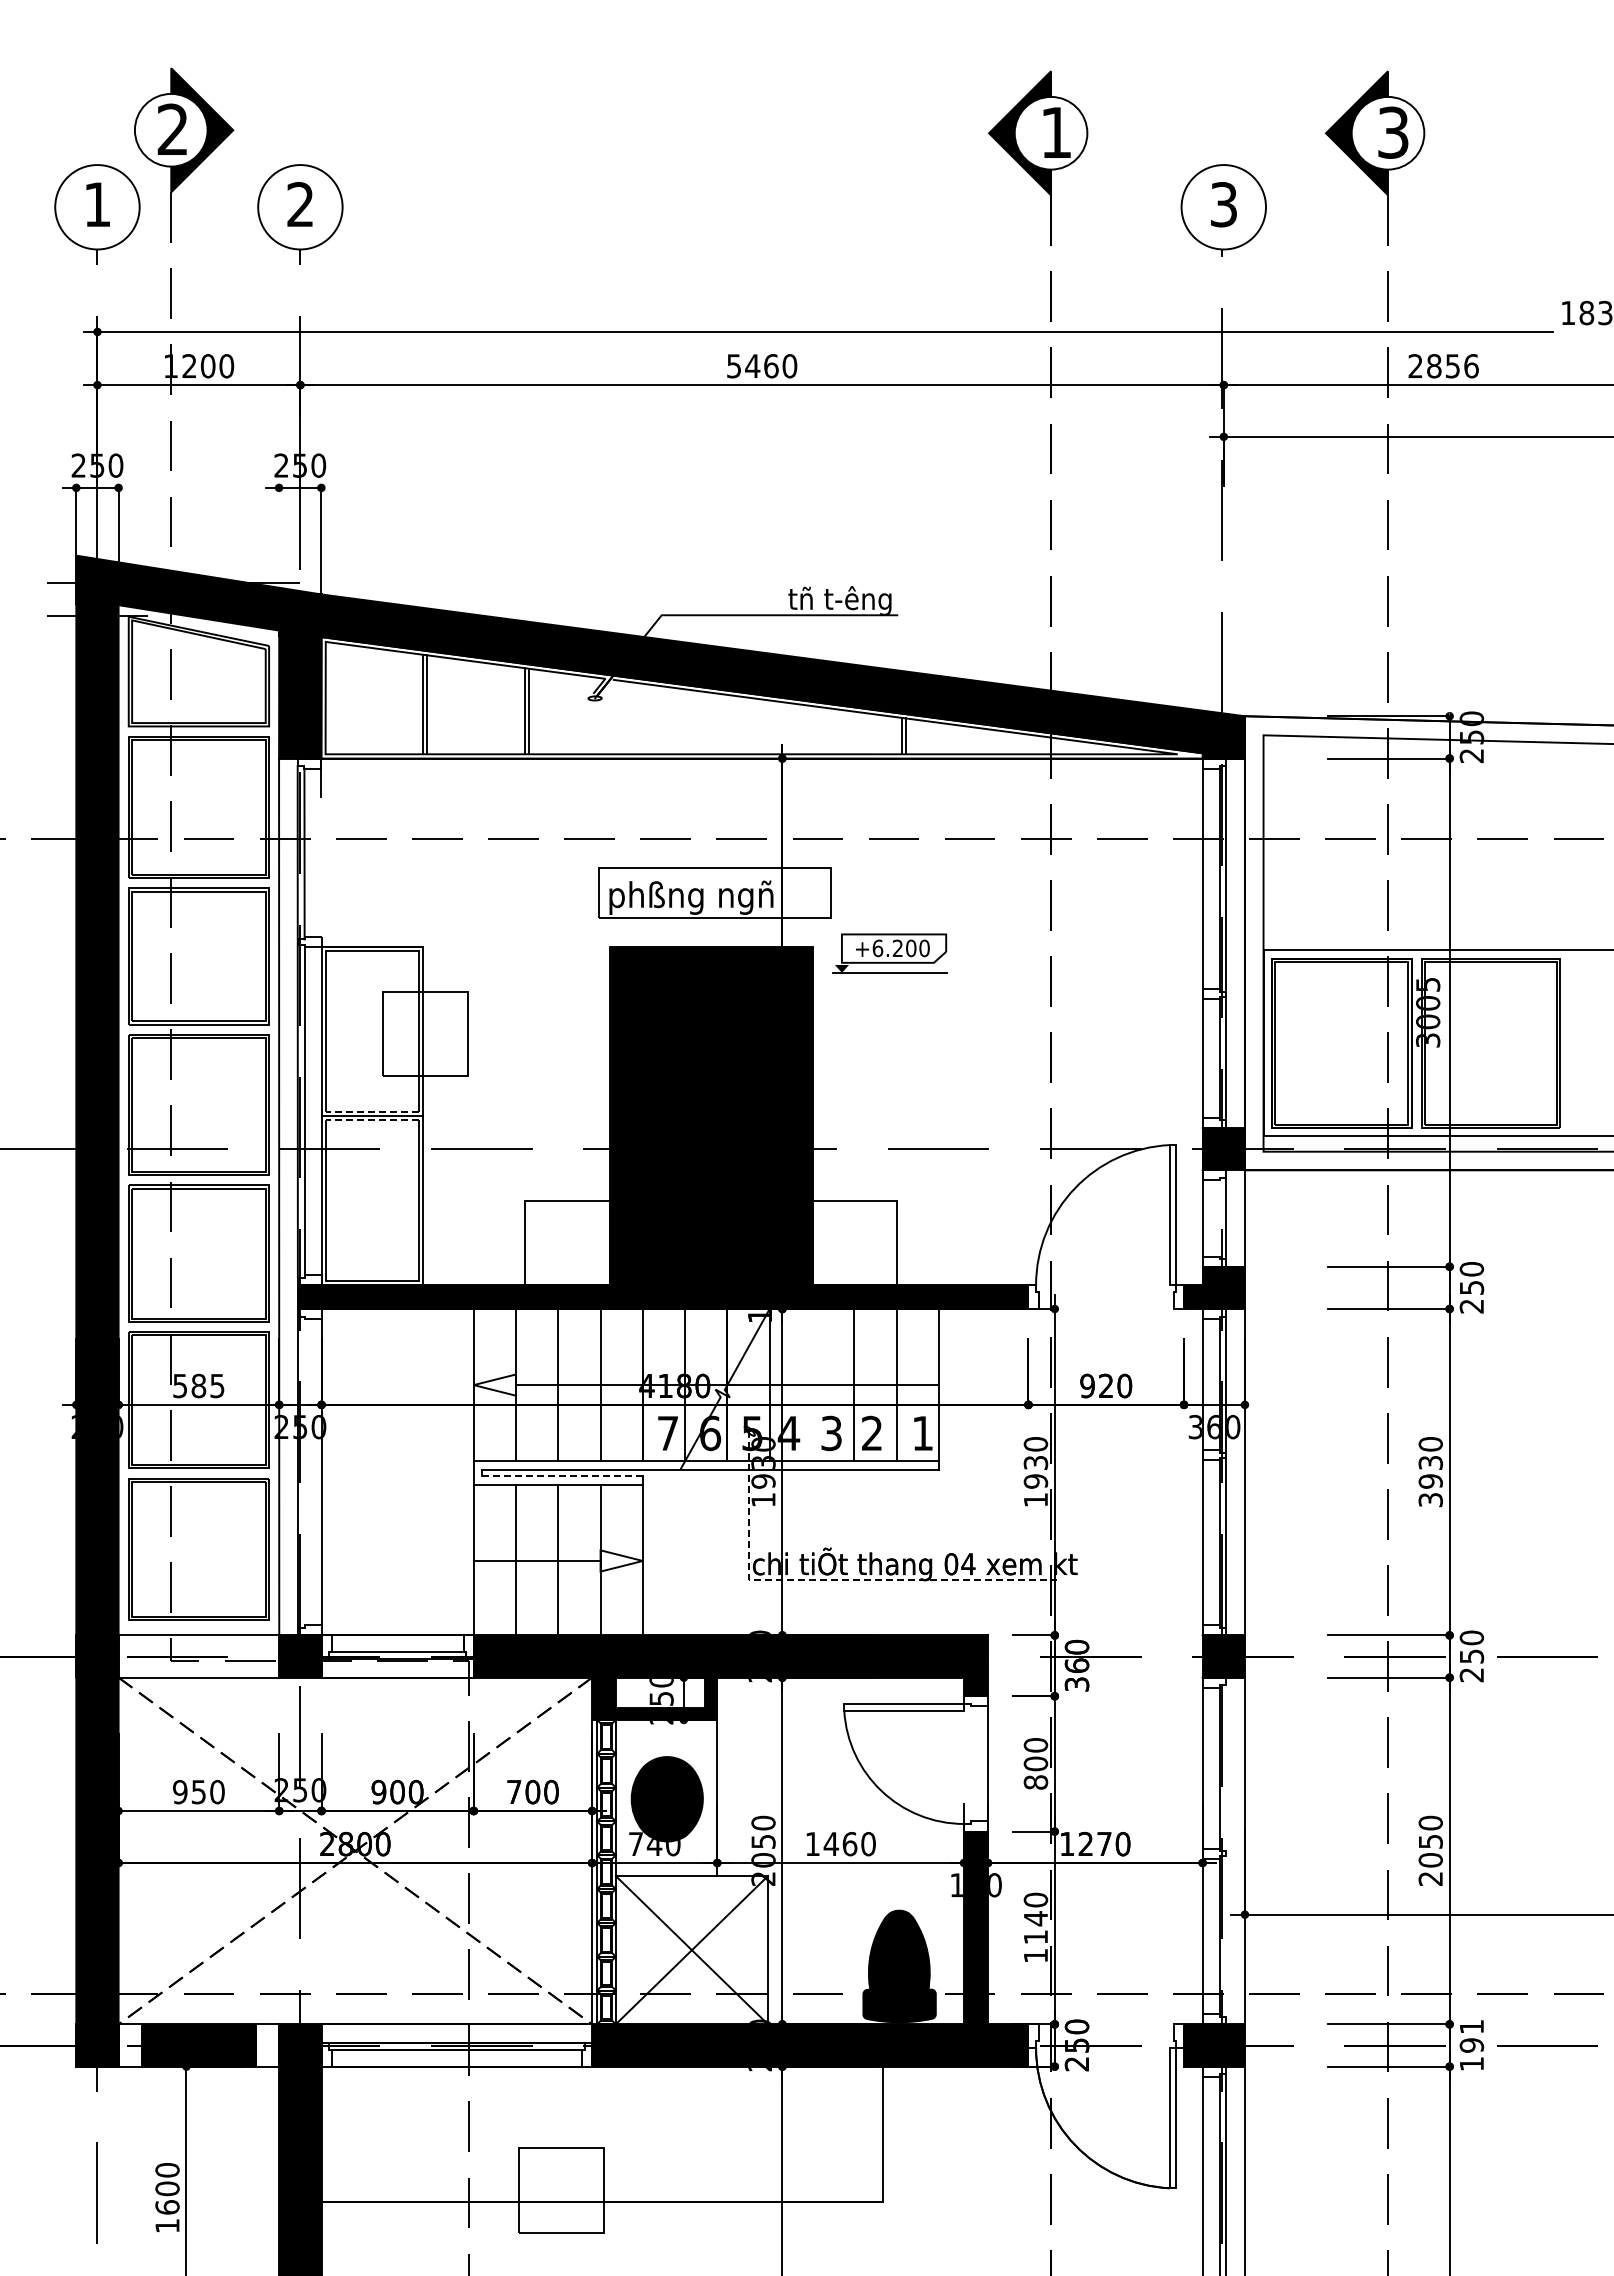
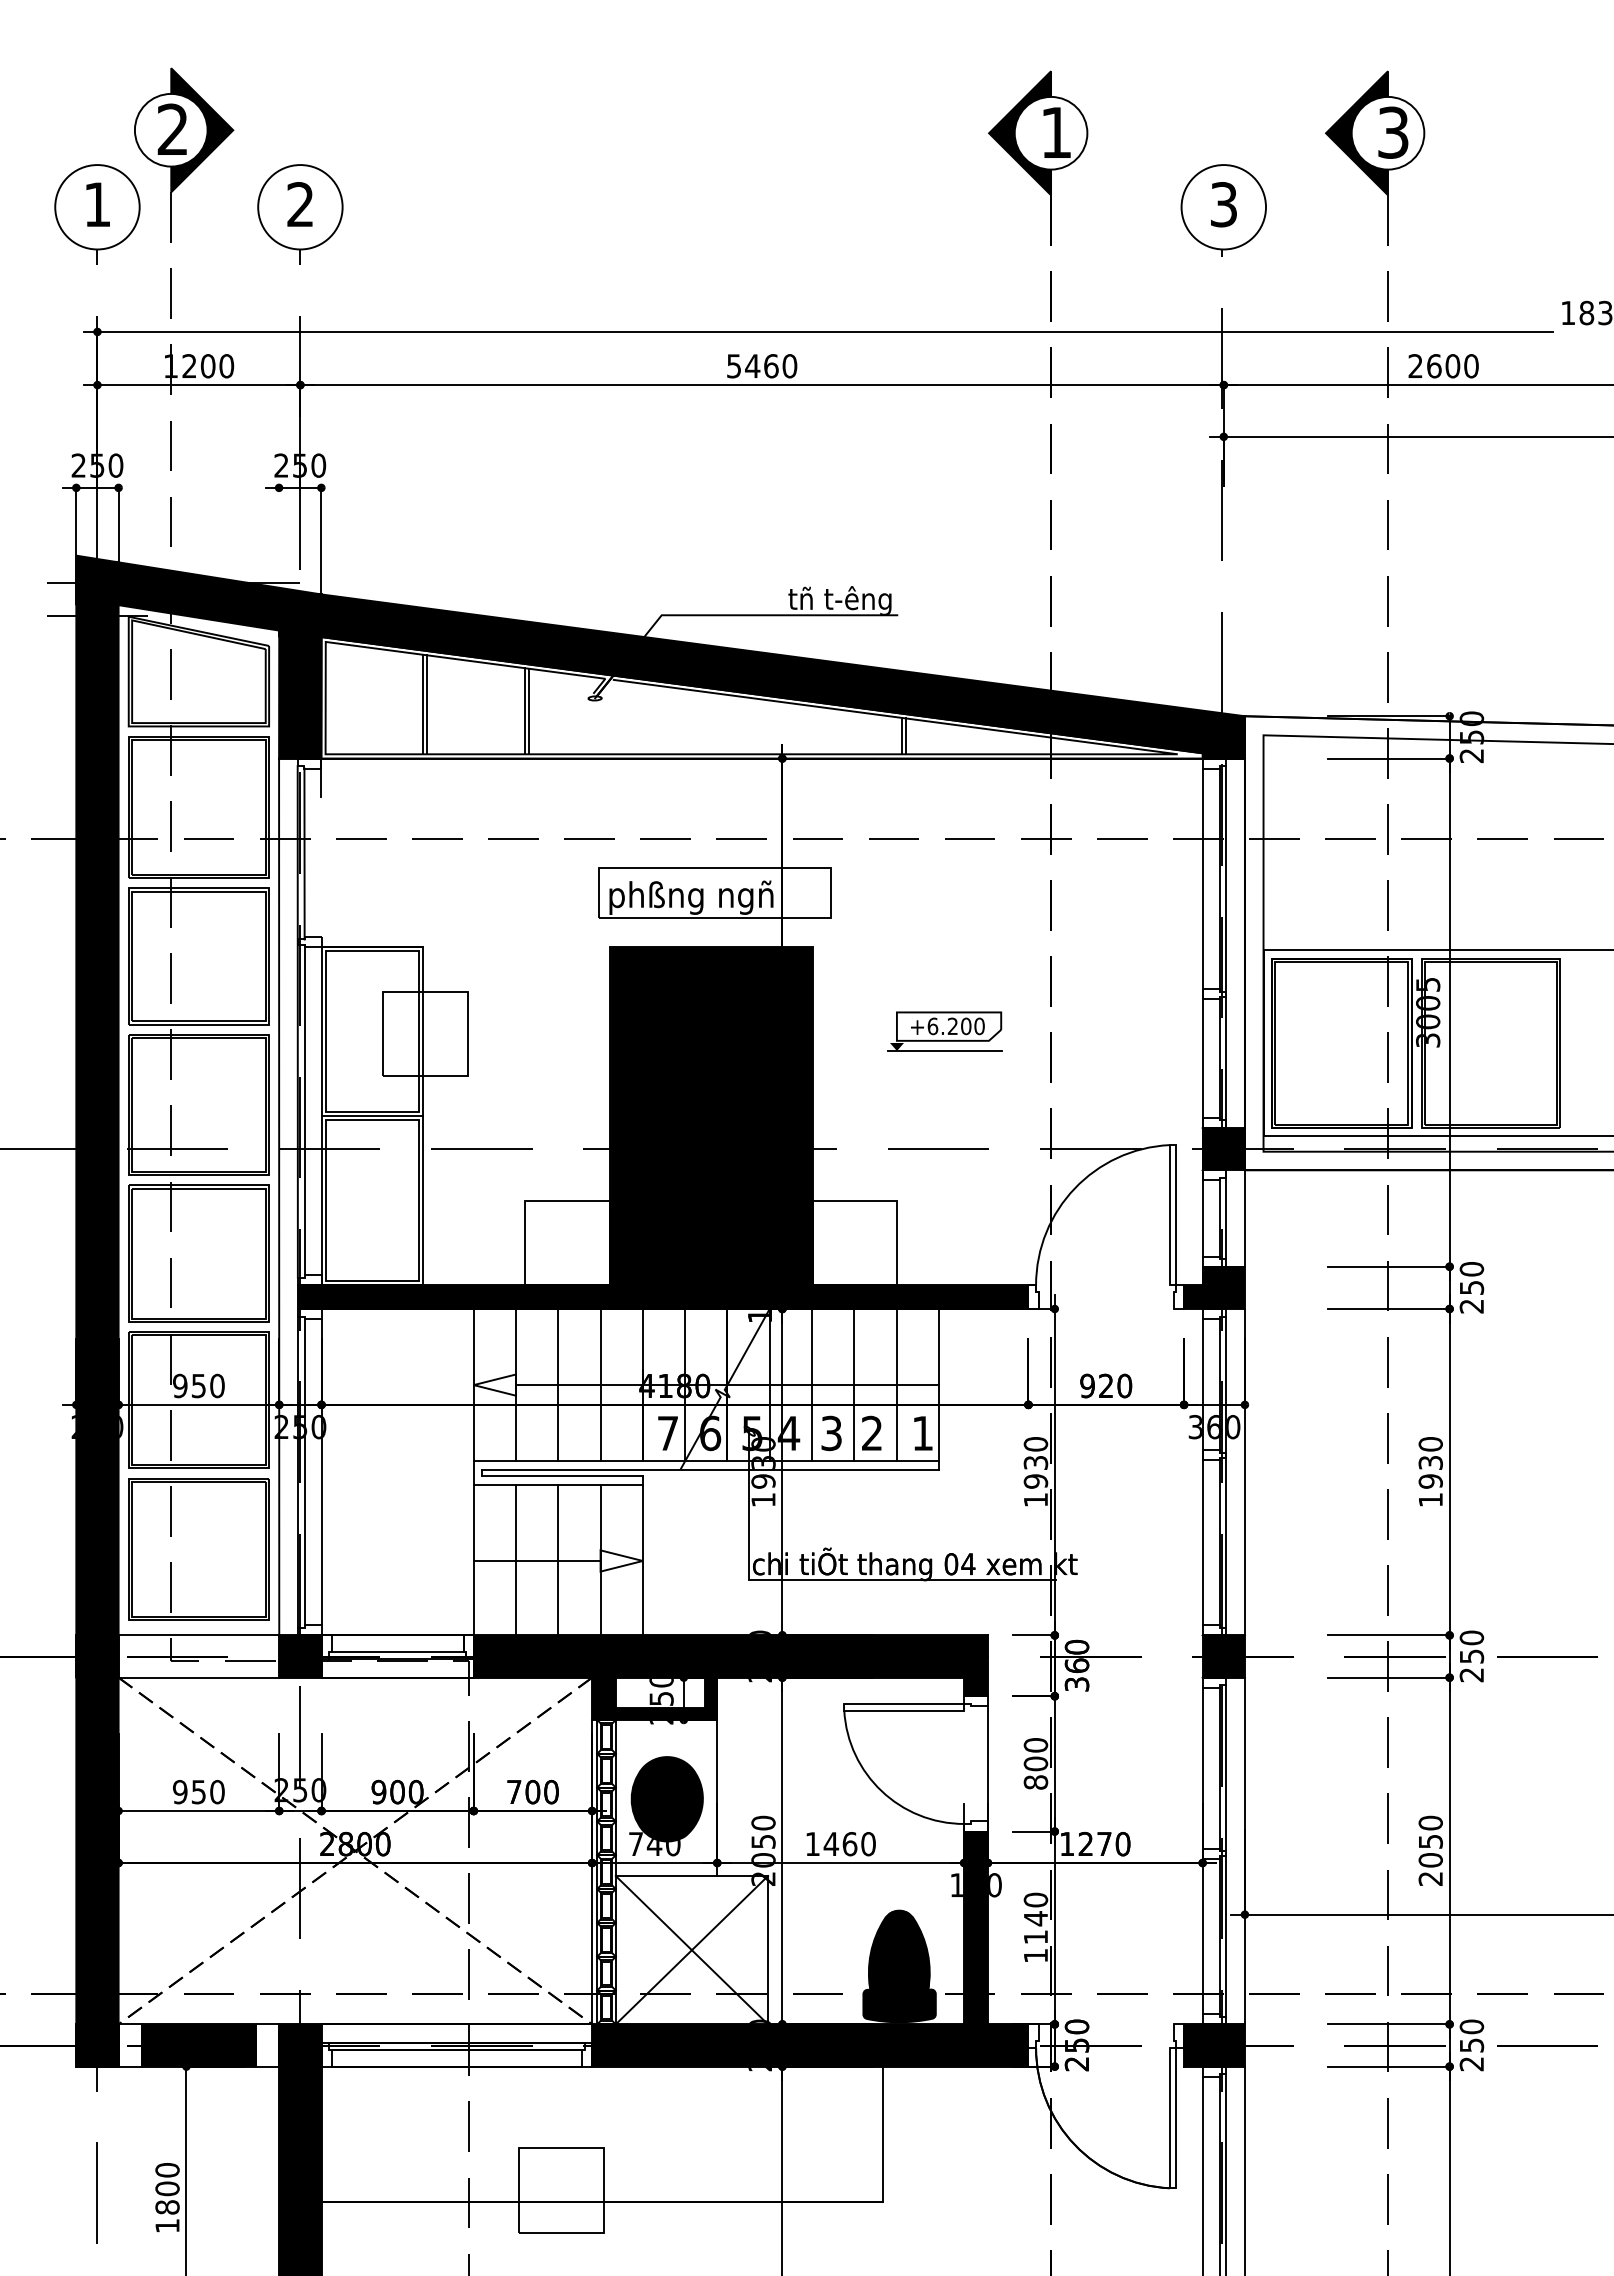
text at (1452, 366): 2856 -> 2600
part at (889, 953) position: (889, 953) -> (944, 1031)
line at (372, 1111): dashed -> solid
line at (372, 1120): dashed -> solid
line at (1219, 1216): none -> present
text at (198, 1385): 585 -> 950
line at (812, 1385): none -> present
line at (304, 1472): none -> present
line at (562, 1476): dashed -> solid
text at (1430, 1500): 3930 -> 1930
line at (827, 1579): dashed -> solid
line at (1226, 1850): none -> present
text at (1471, 2045): 191 -> 250
text at (167, 2207): 1600 -> 1800
